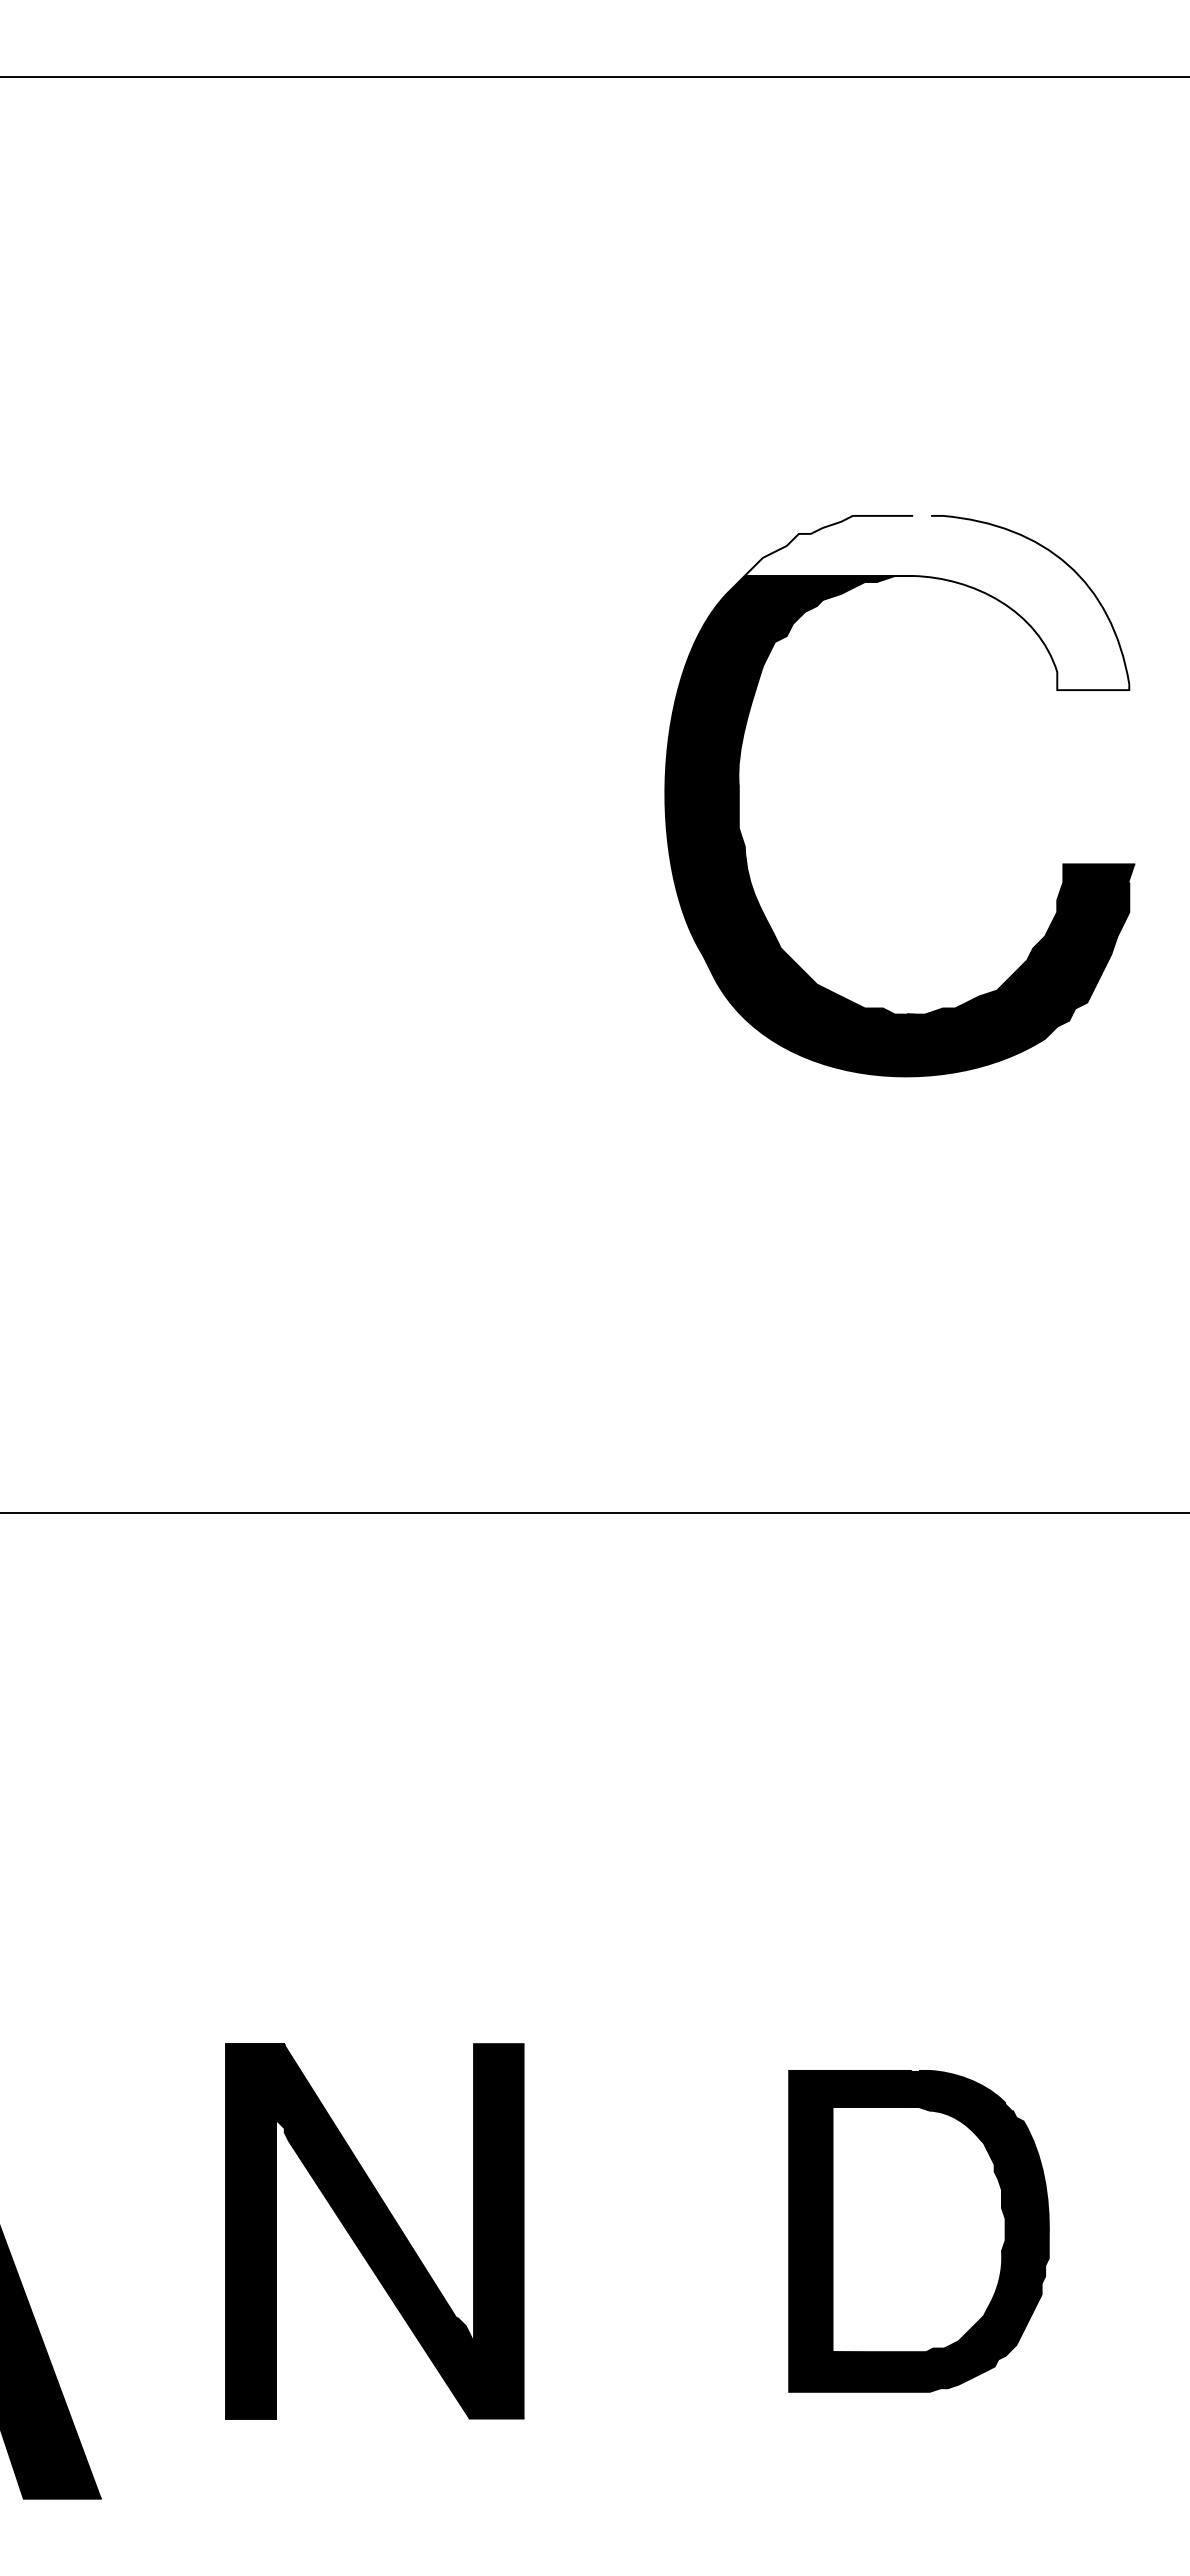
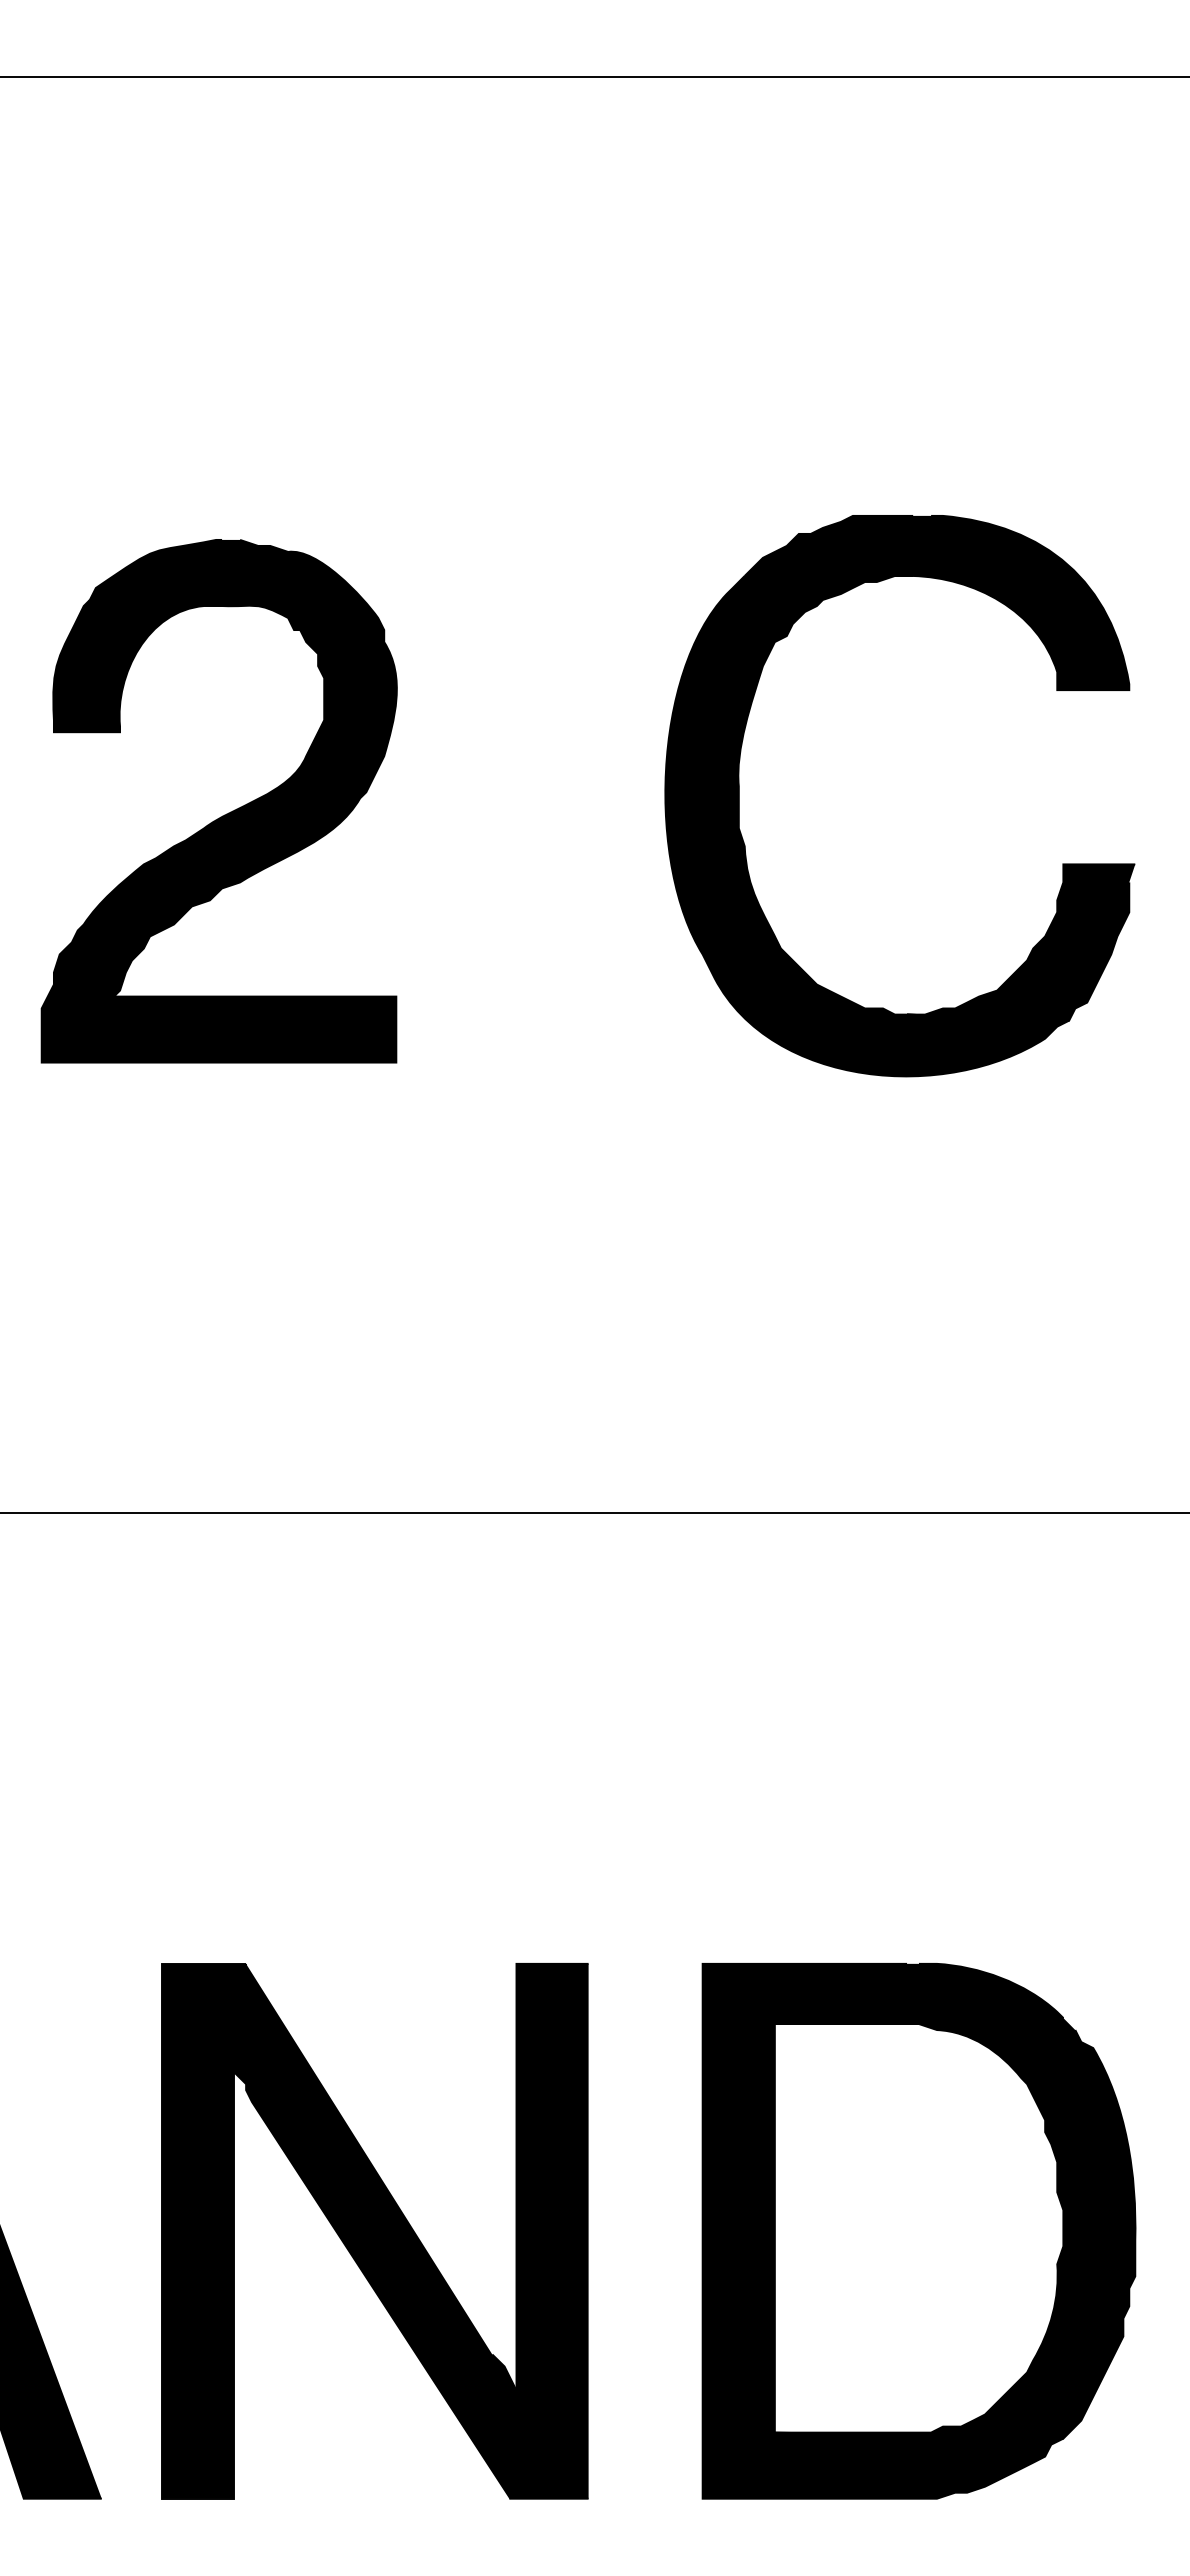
fill at (936, 602): none -> present
part at (224, 814): none -> present
part at (374, 2231) size: 300x377 px -> 428x537 px
part at (918, 2231) size: 262x323 px -> 436x537 px
